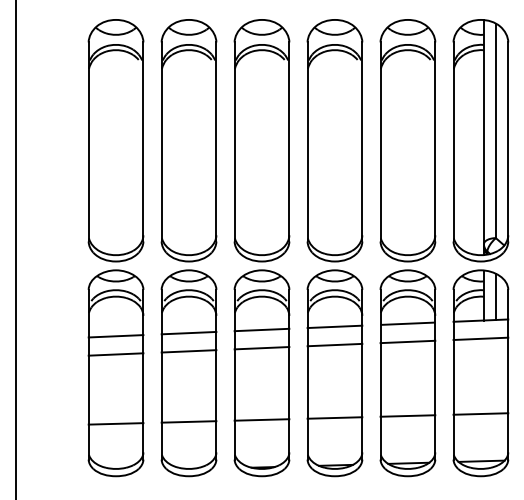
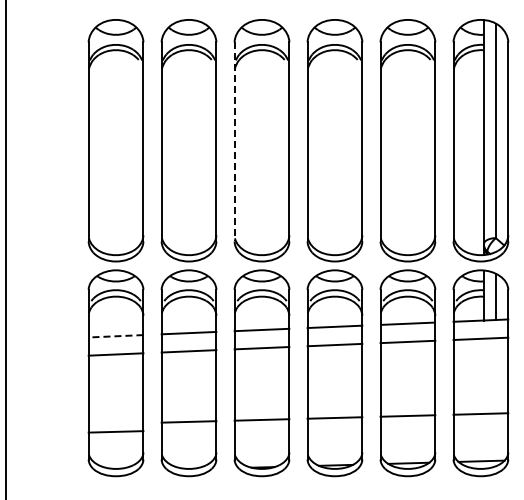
line at (234, 141): solid -> dashed
line at (15, 249) position: (15, 249) -> (5, 249)
line at (115, 336): solid -> dashed
line at (115, 423) position: (115, 423) -> (115, 431)
